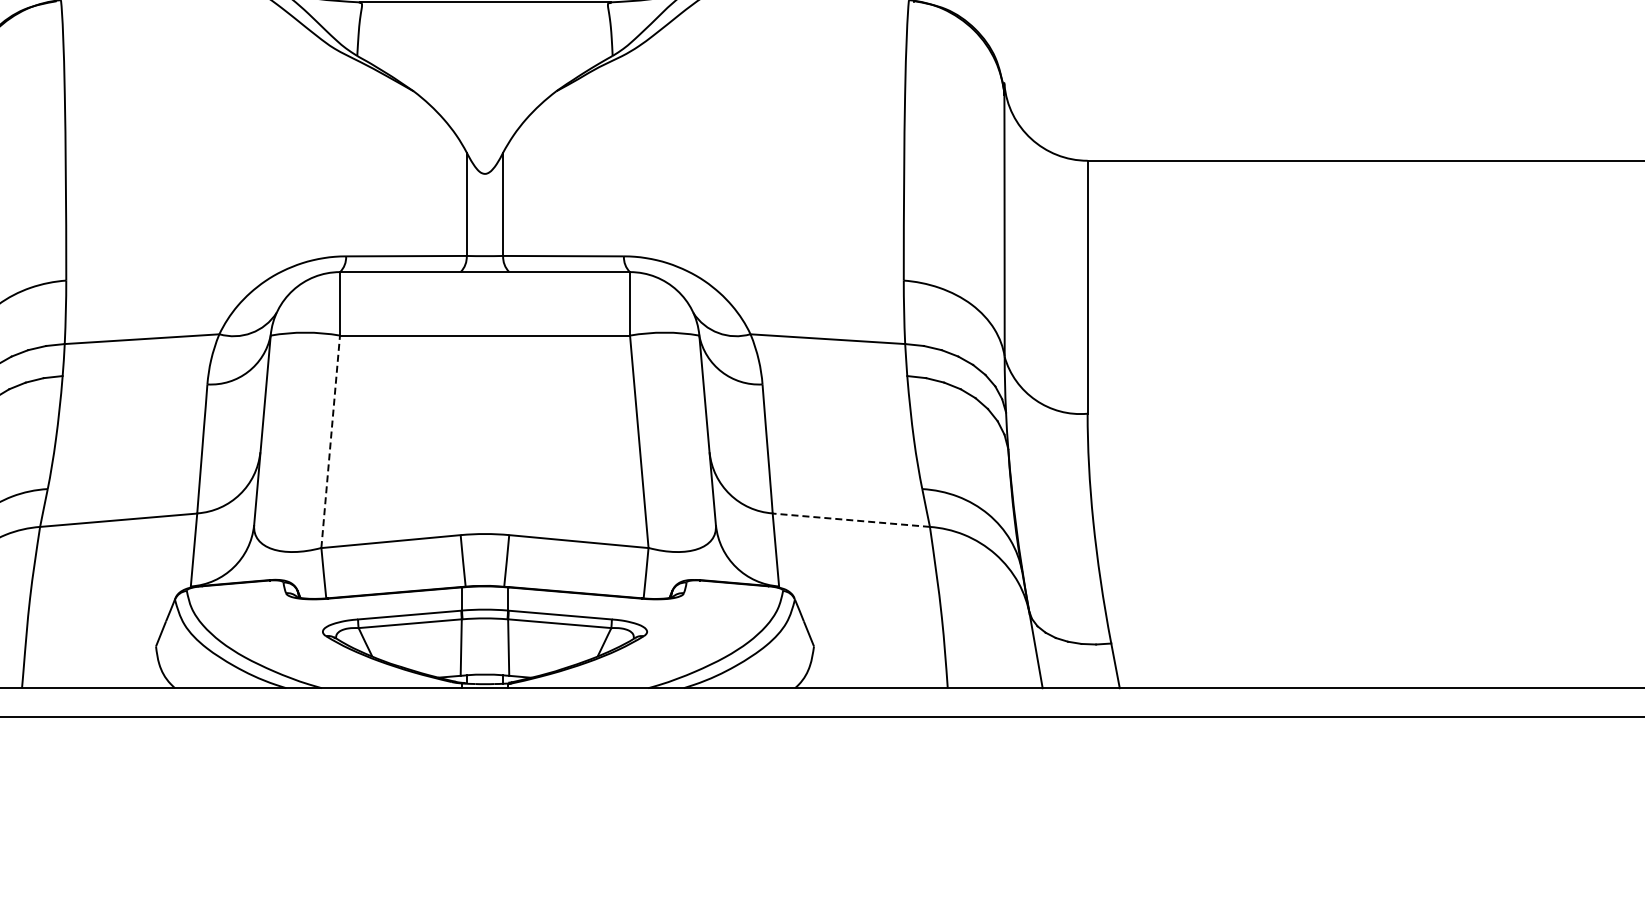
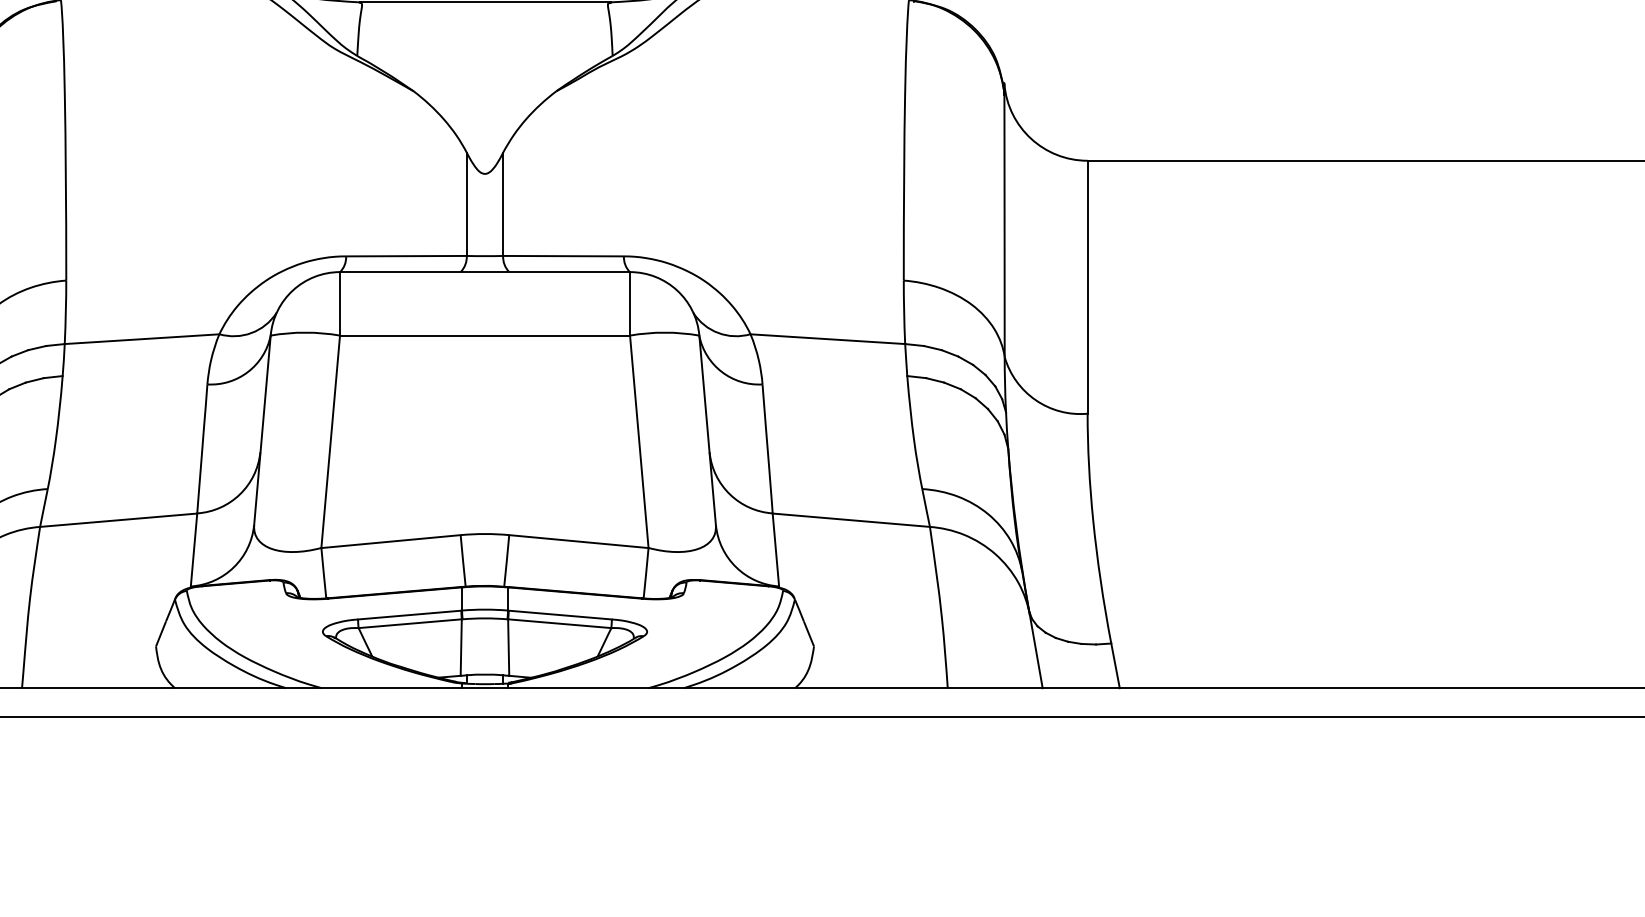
line at (330, 441): dashed -> solid
line at (851, 520): dashed -> solid
